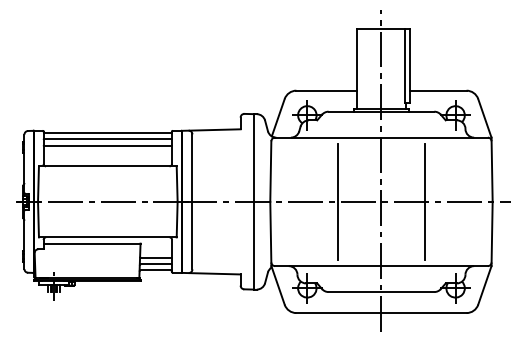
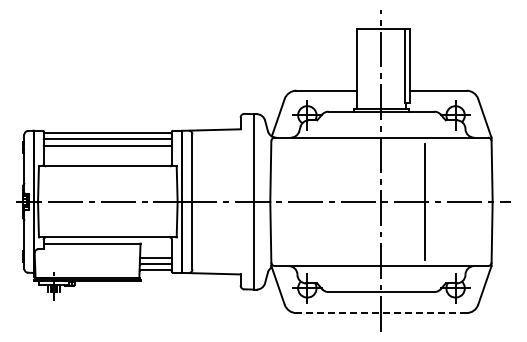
line at (338, 201): present -> none
line at (380, 313): solid -> dashed
